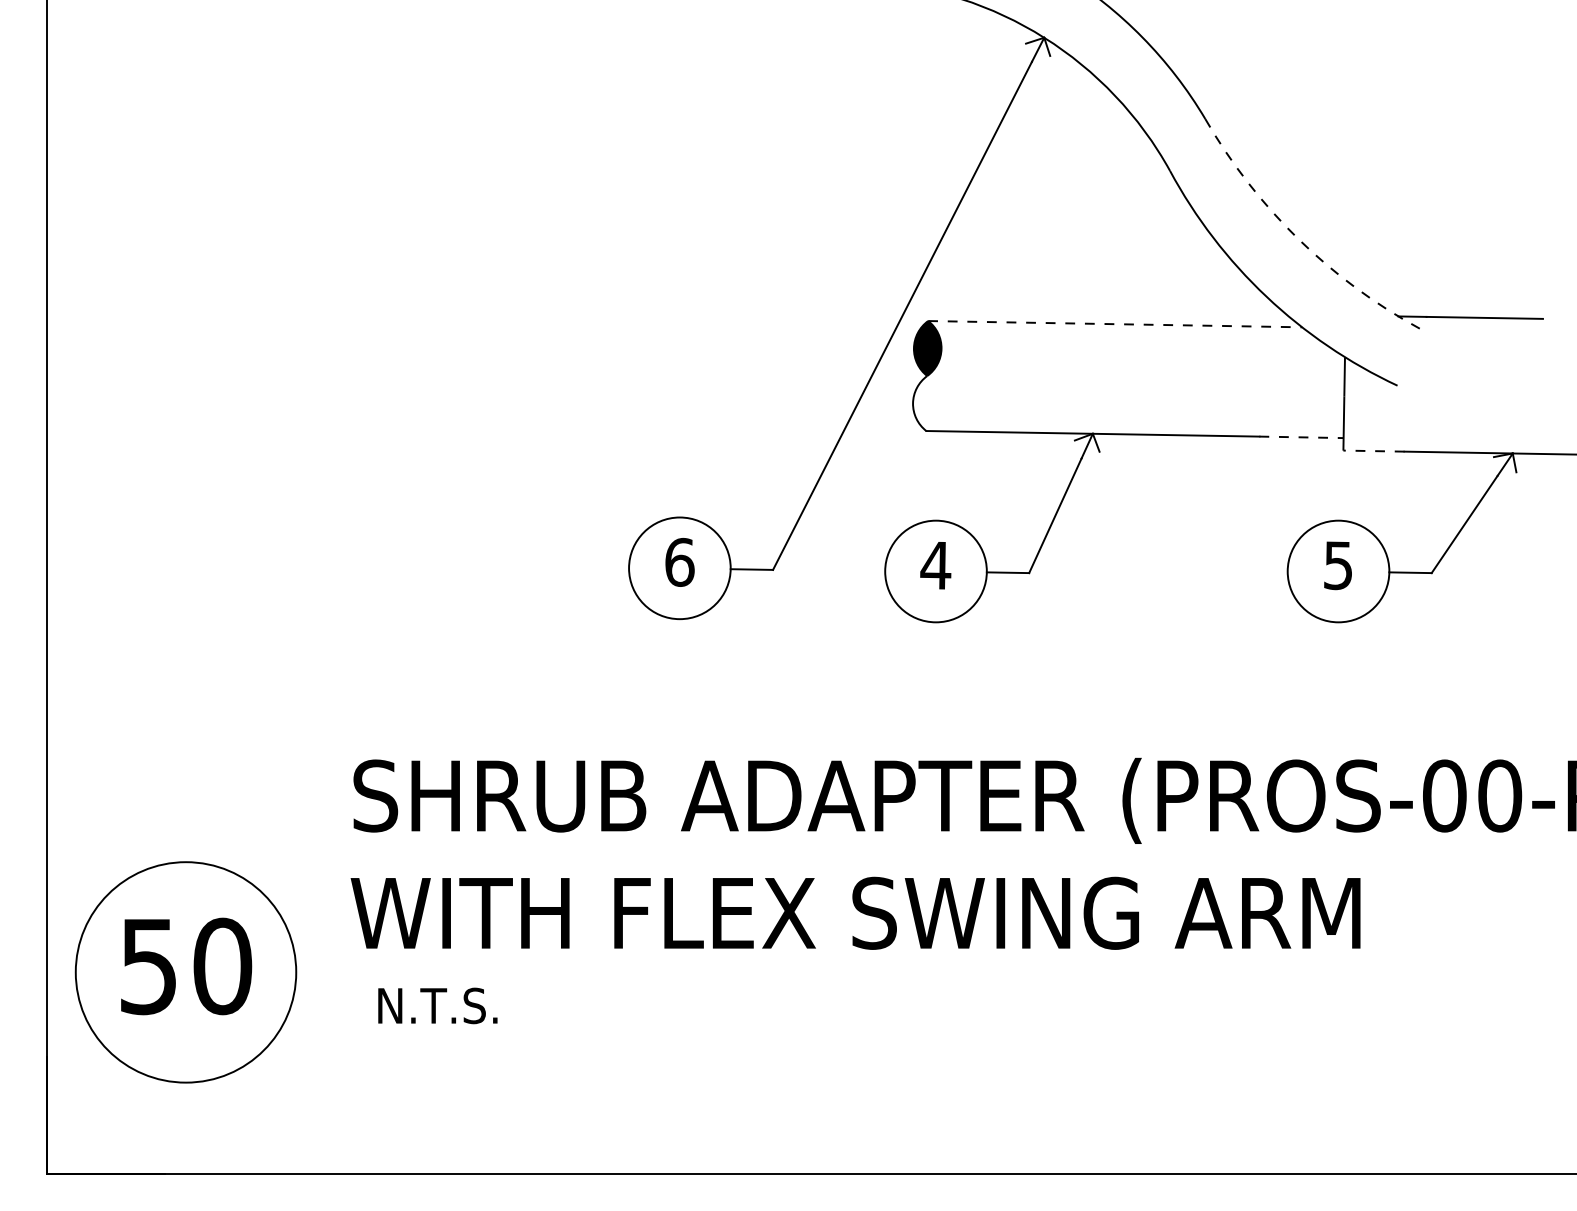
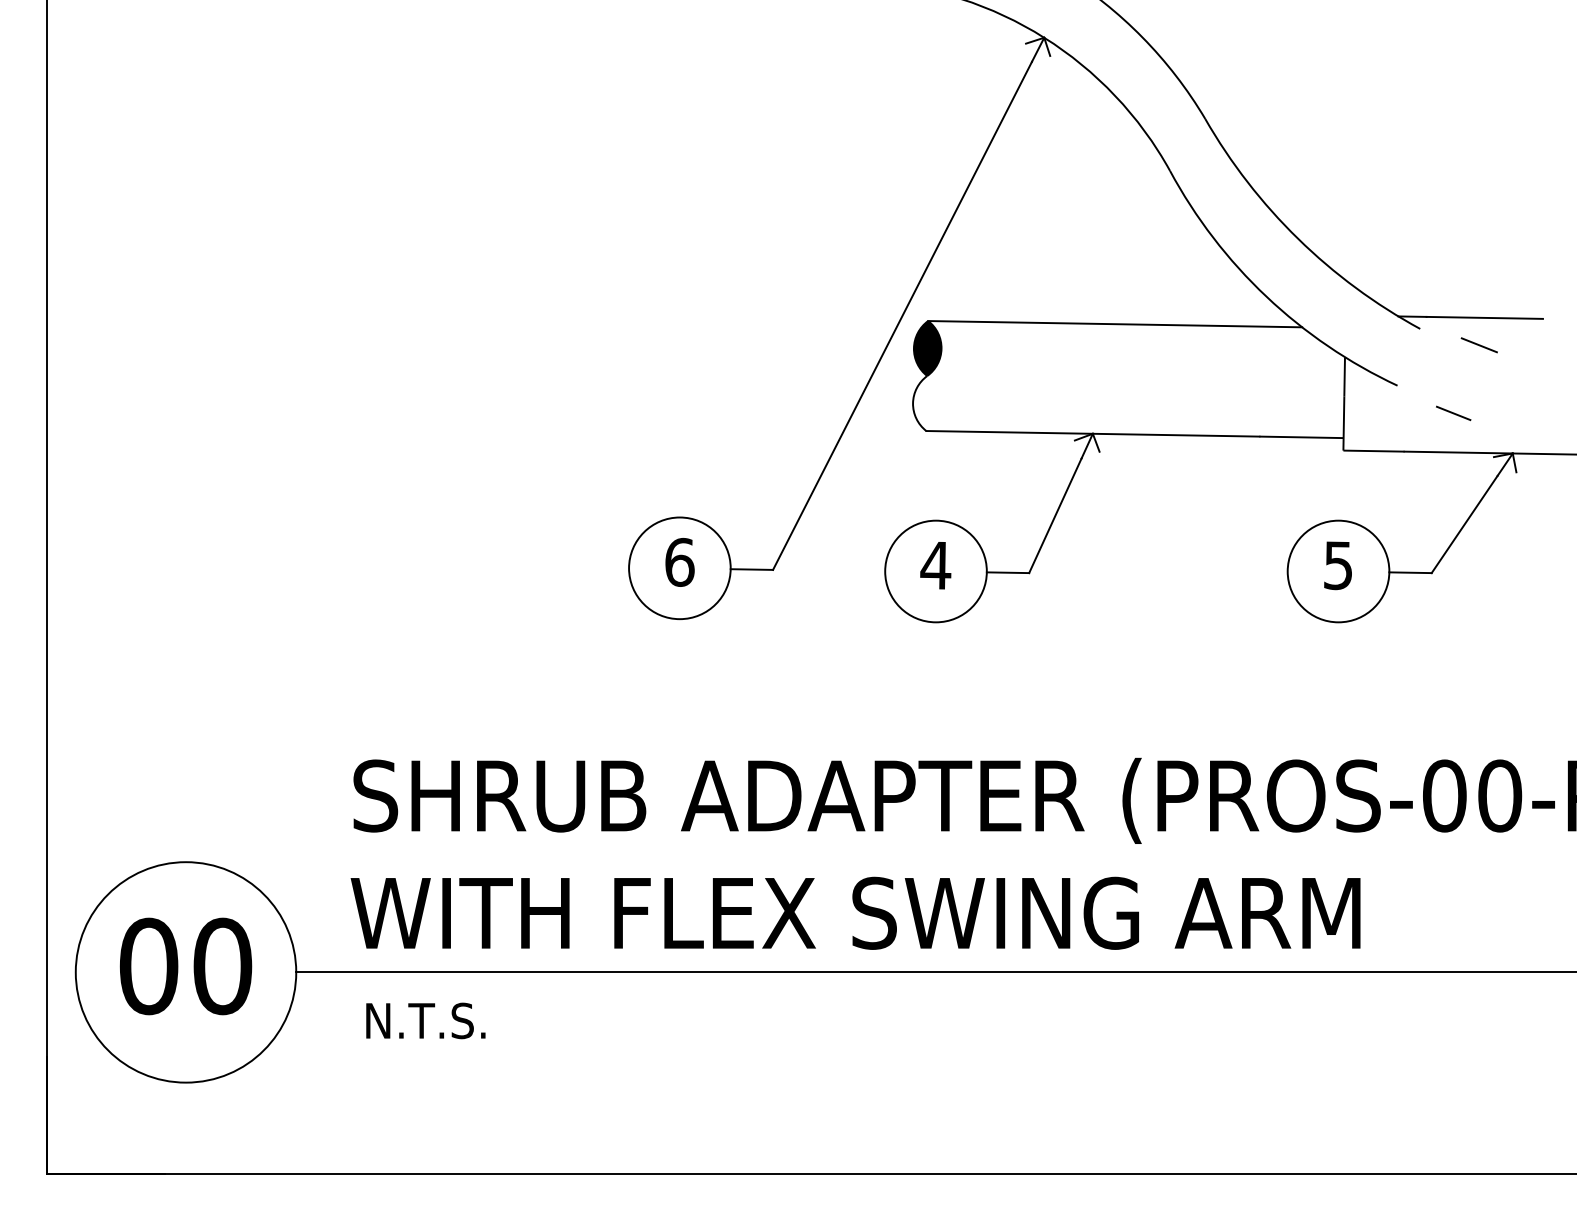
arc at (1298, 238): dashed -> solid
line at (1115, 324): dashed -> solid
line at (1478, 345): none -> present
line at (1453, 413): none -> present
line at (1302, 437): dashed -> solid
line at (1373, 451): dashed -> solid
text at (148, 966): 50 -> 00
line at (934, 972): none -> present
text at (437, 1005) position: (437, 1005) -> (425, 1020)
